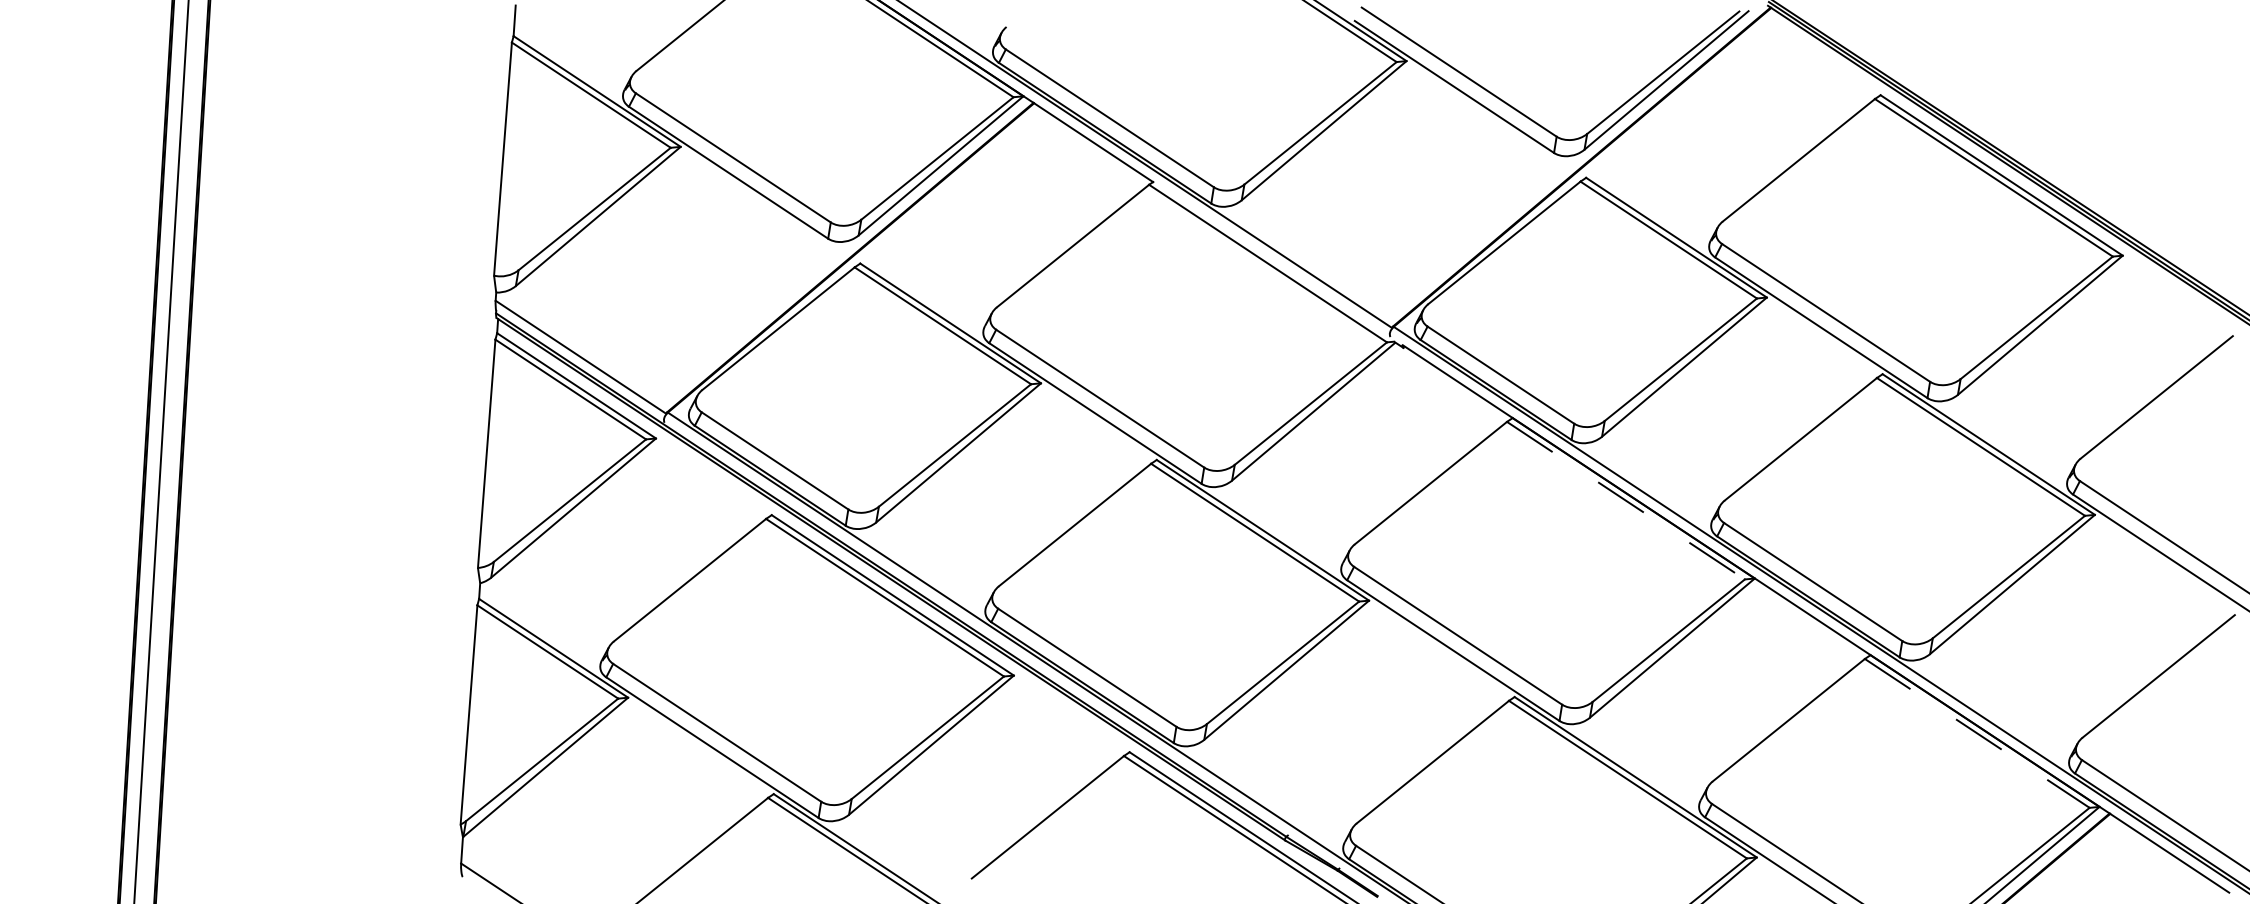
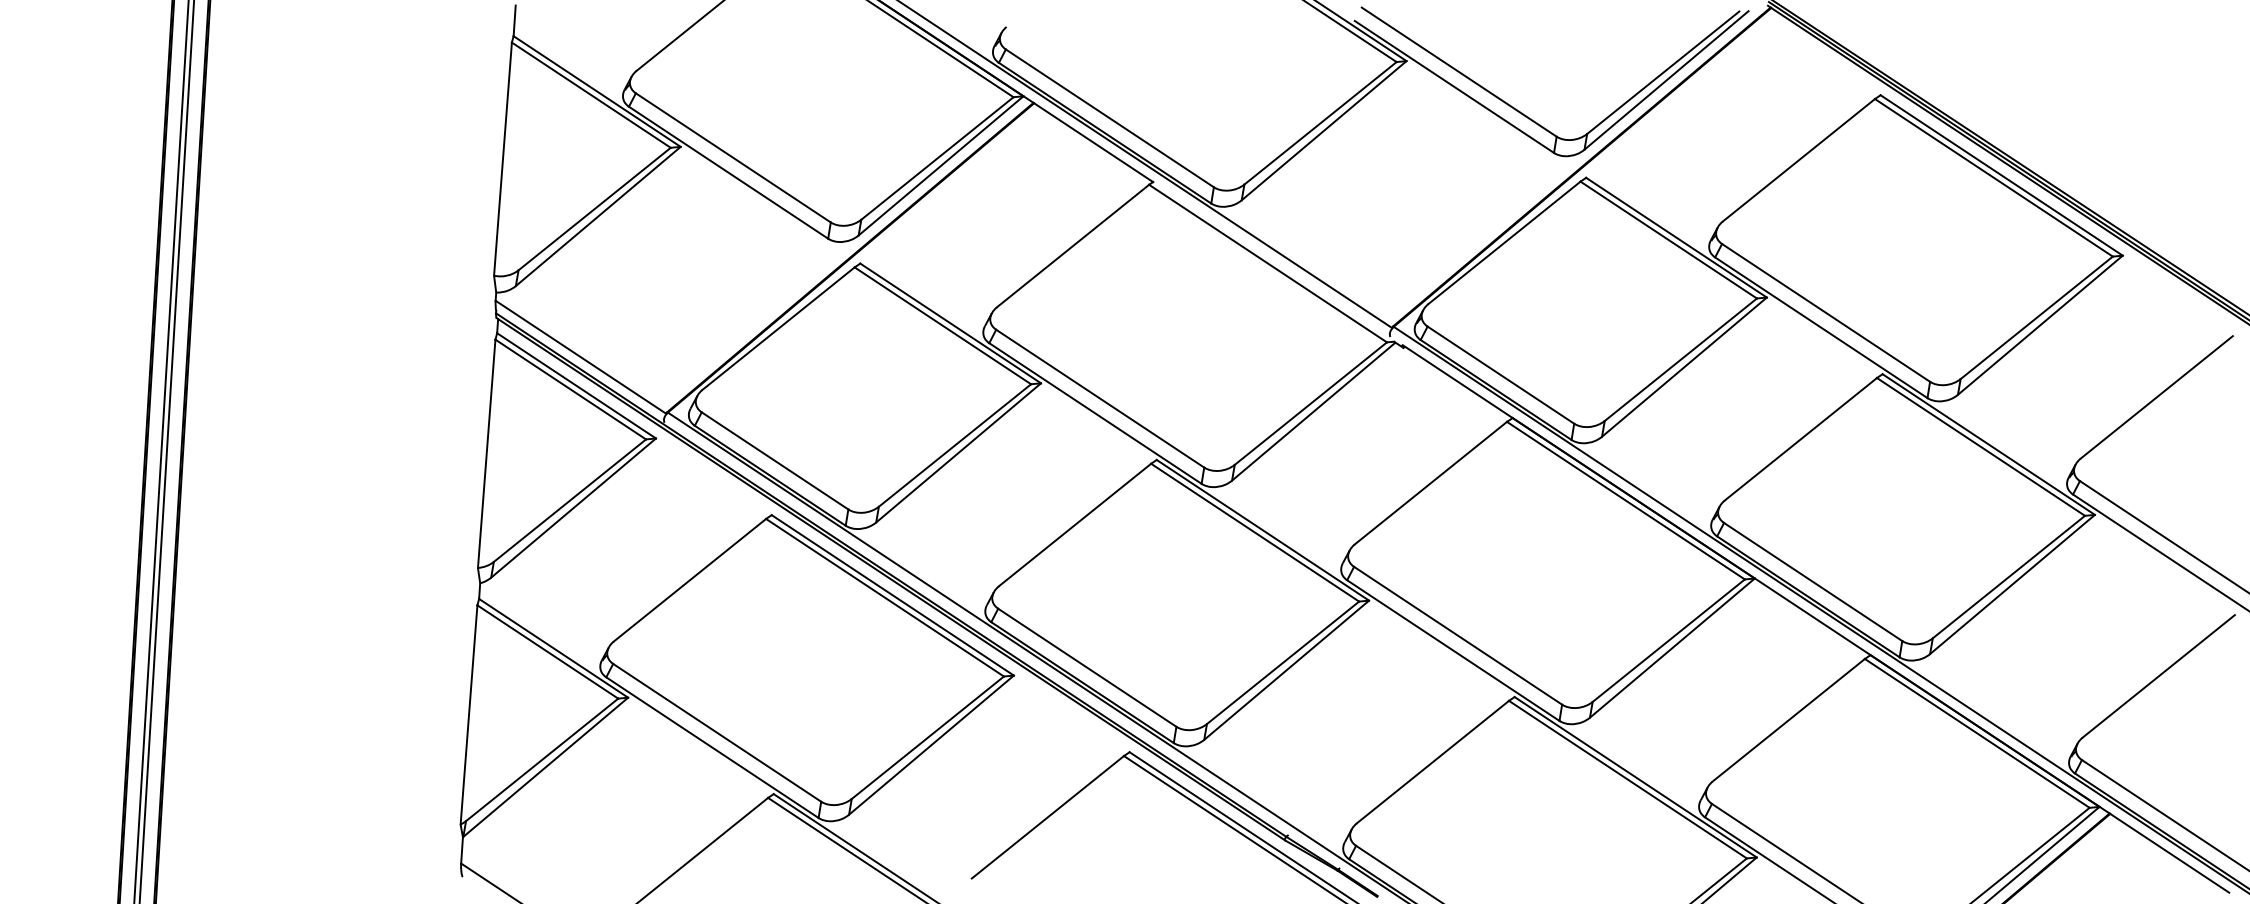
line at (166, 451): none -> present
line at (1625, 500): dashed -> solid
line at (1977, 733): dashed -> solid
